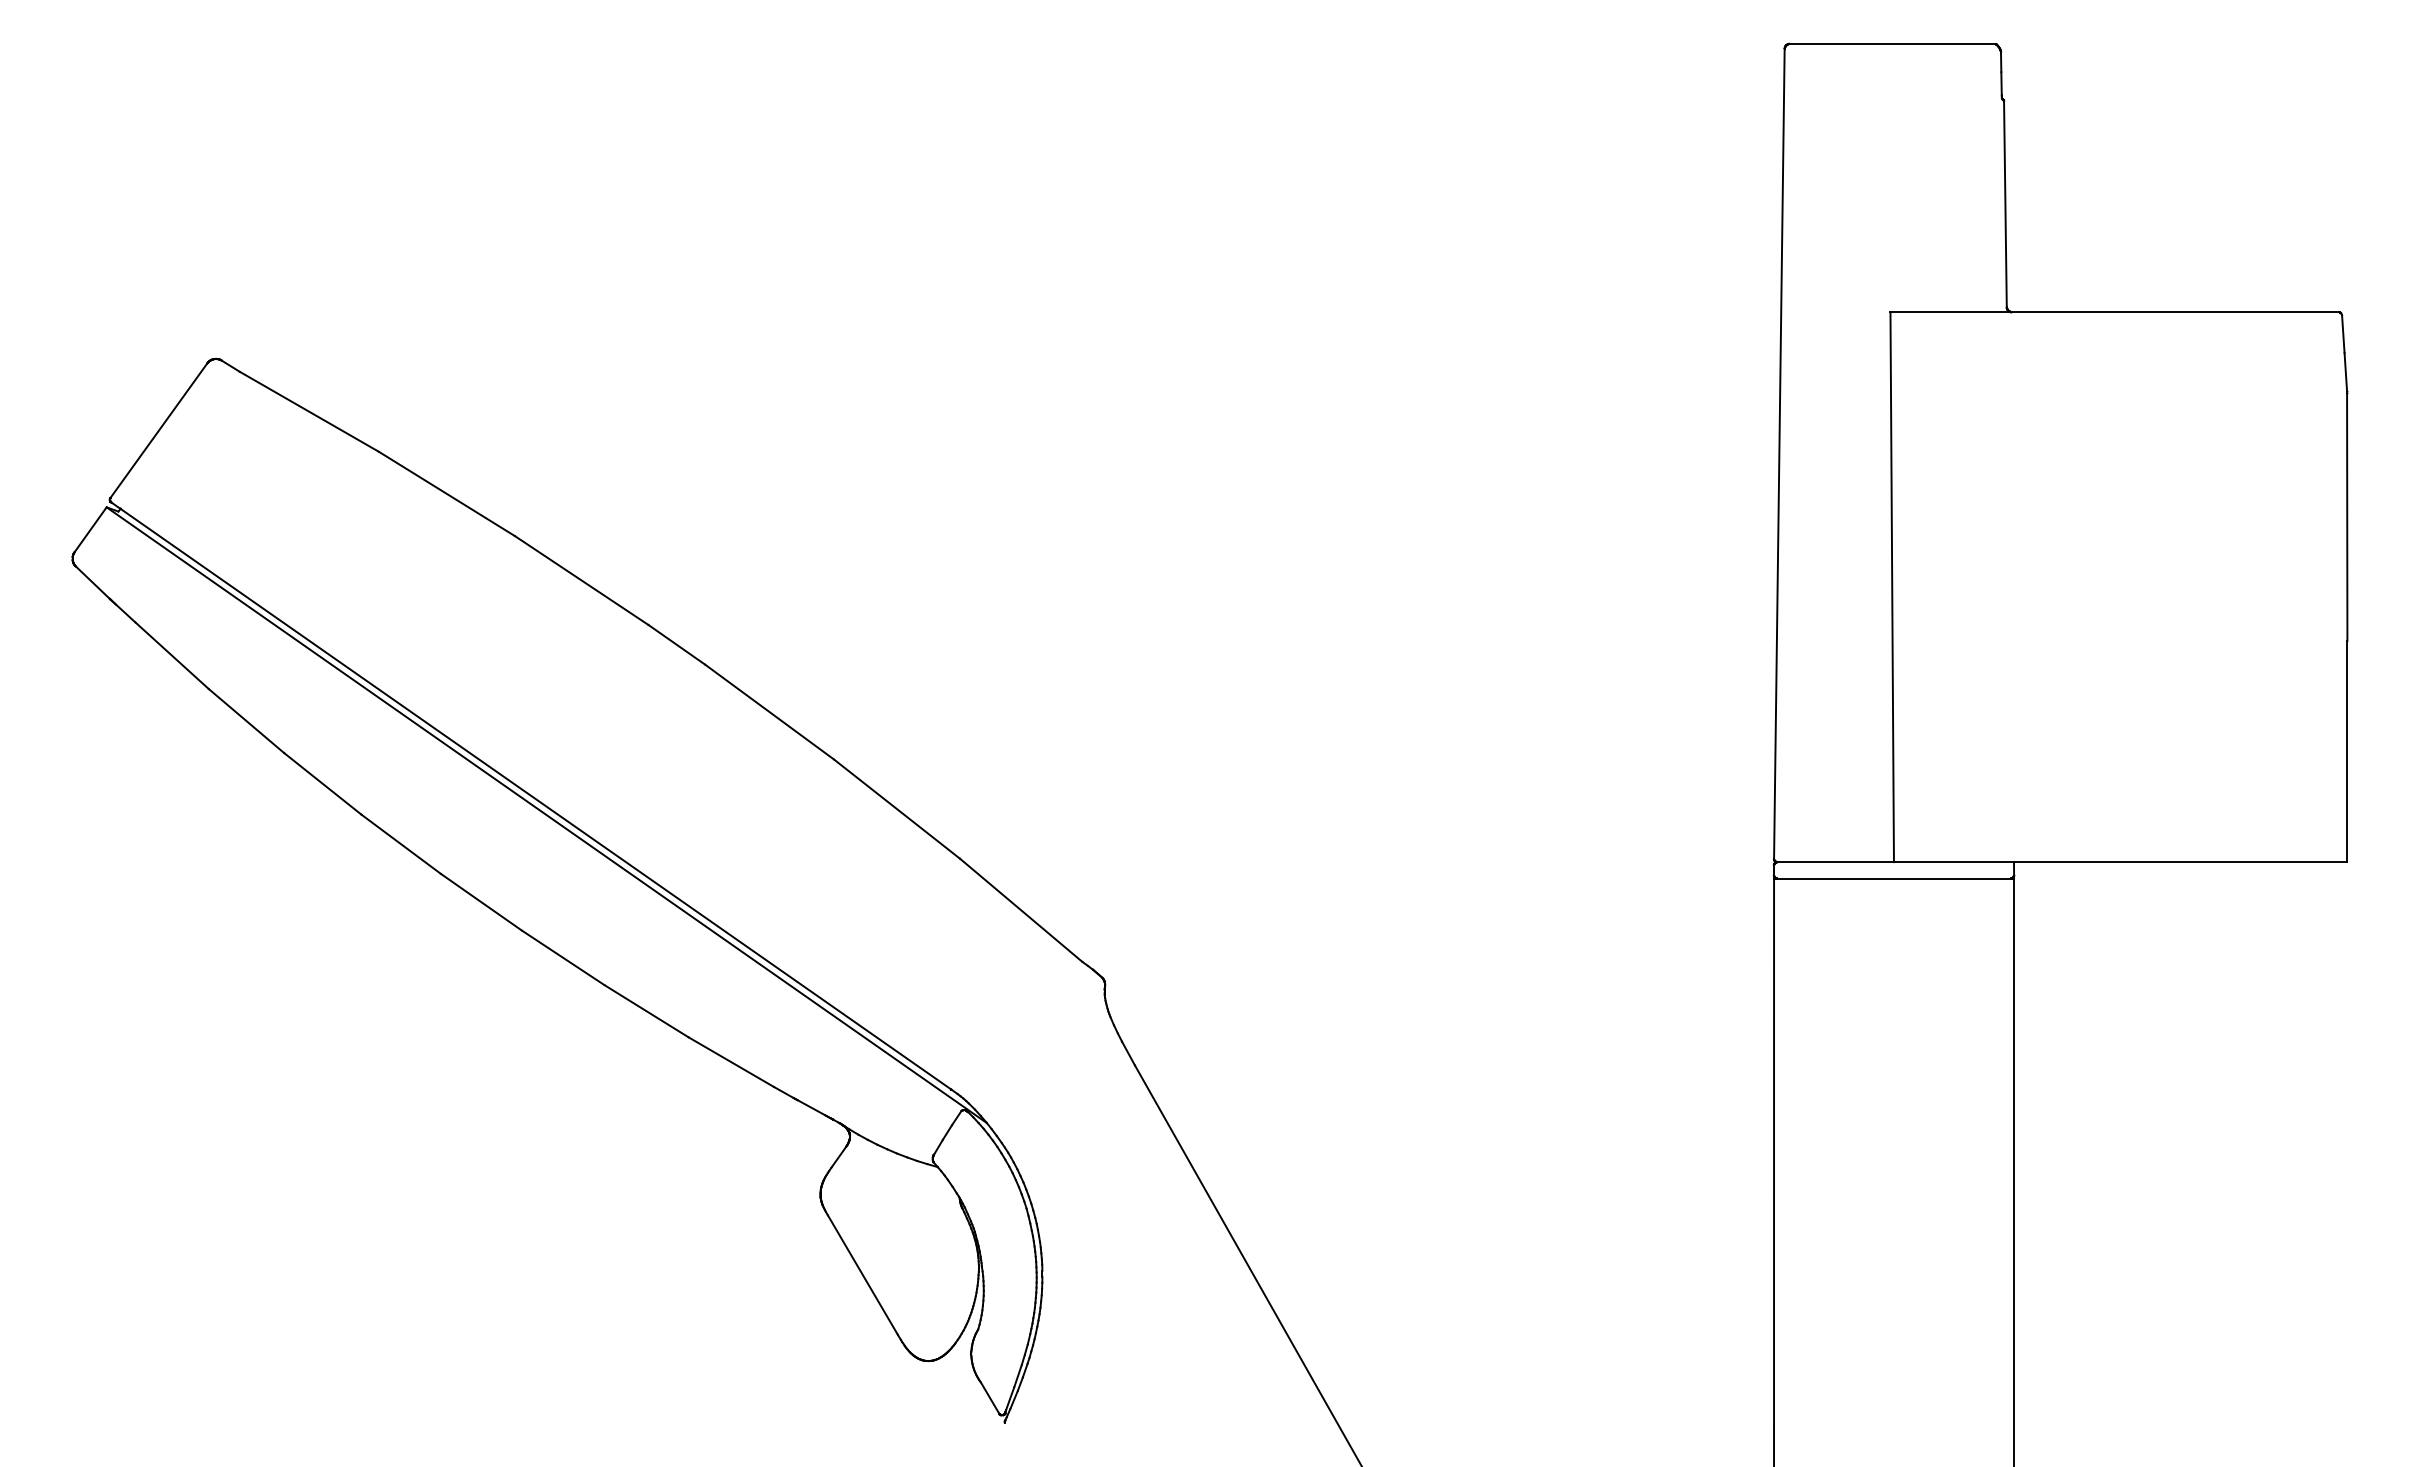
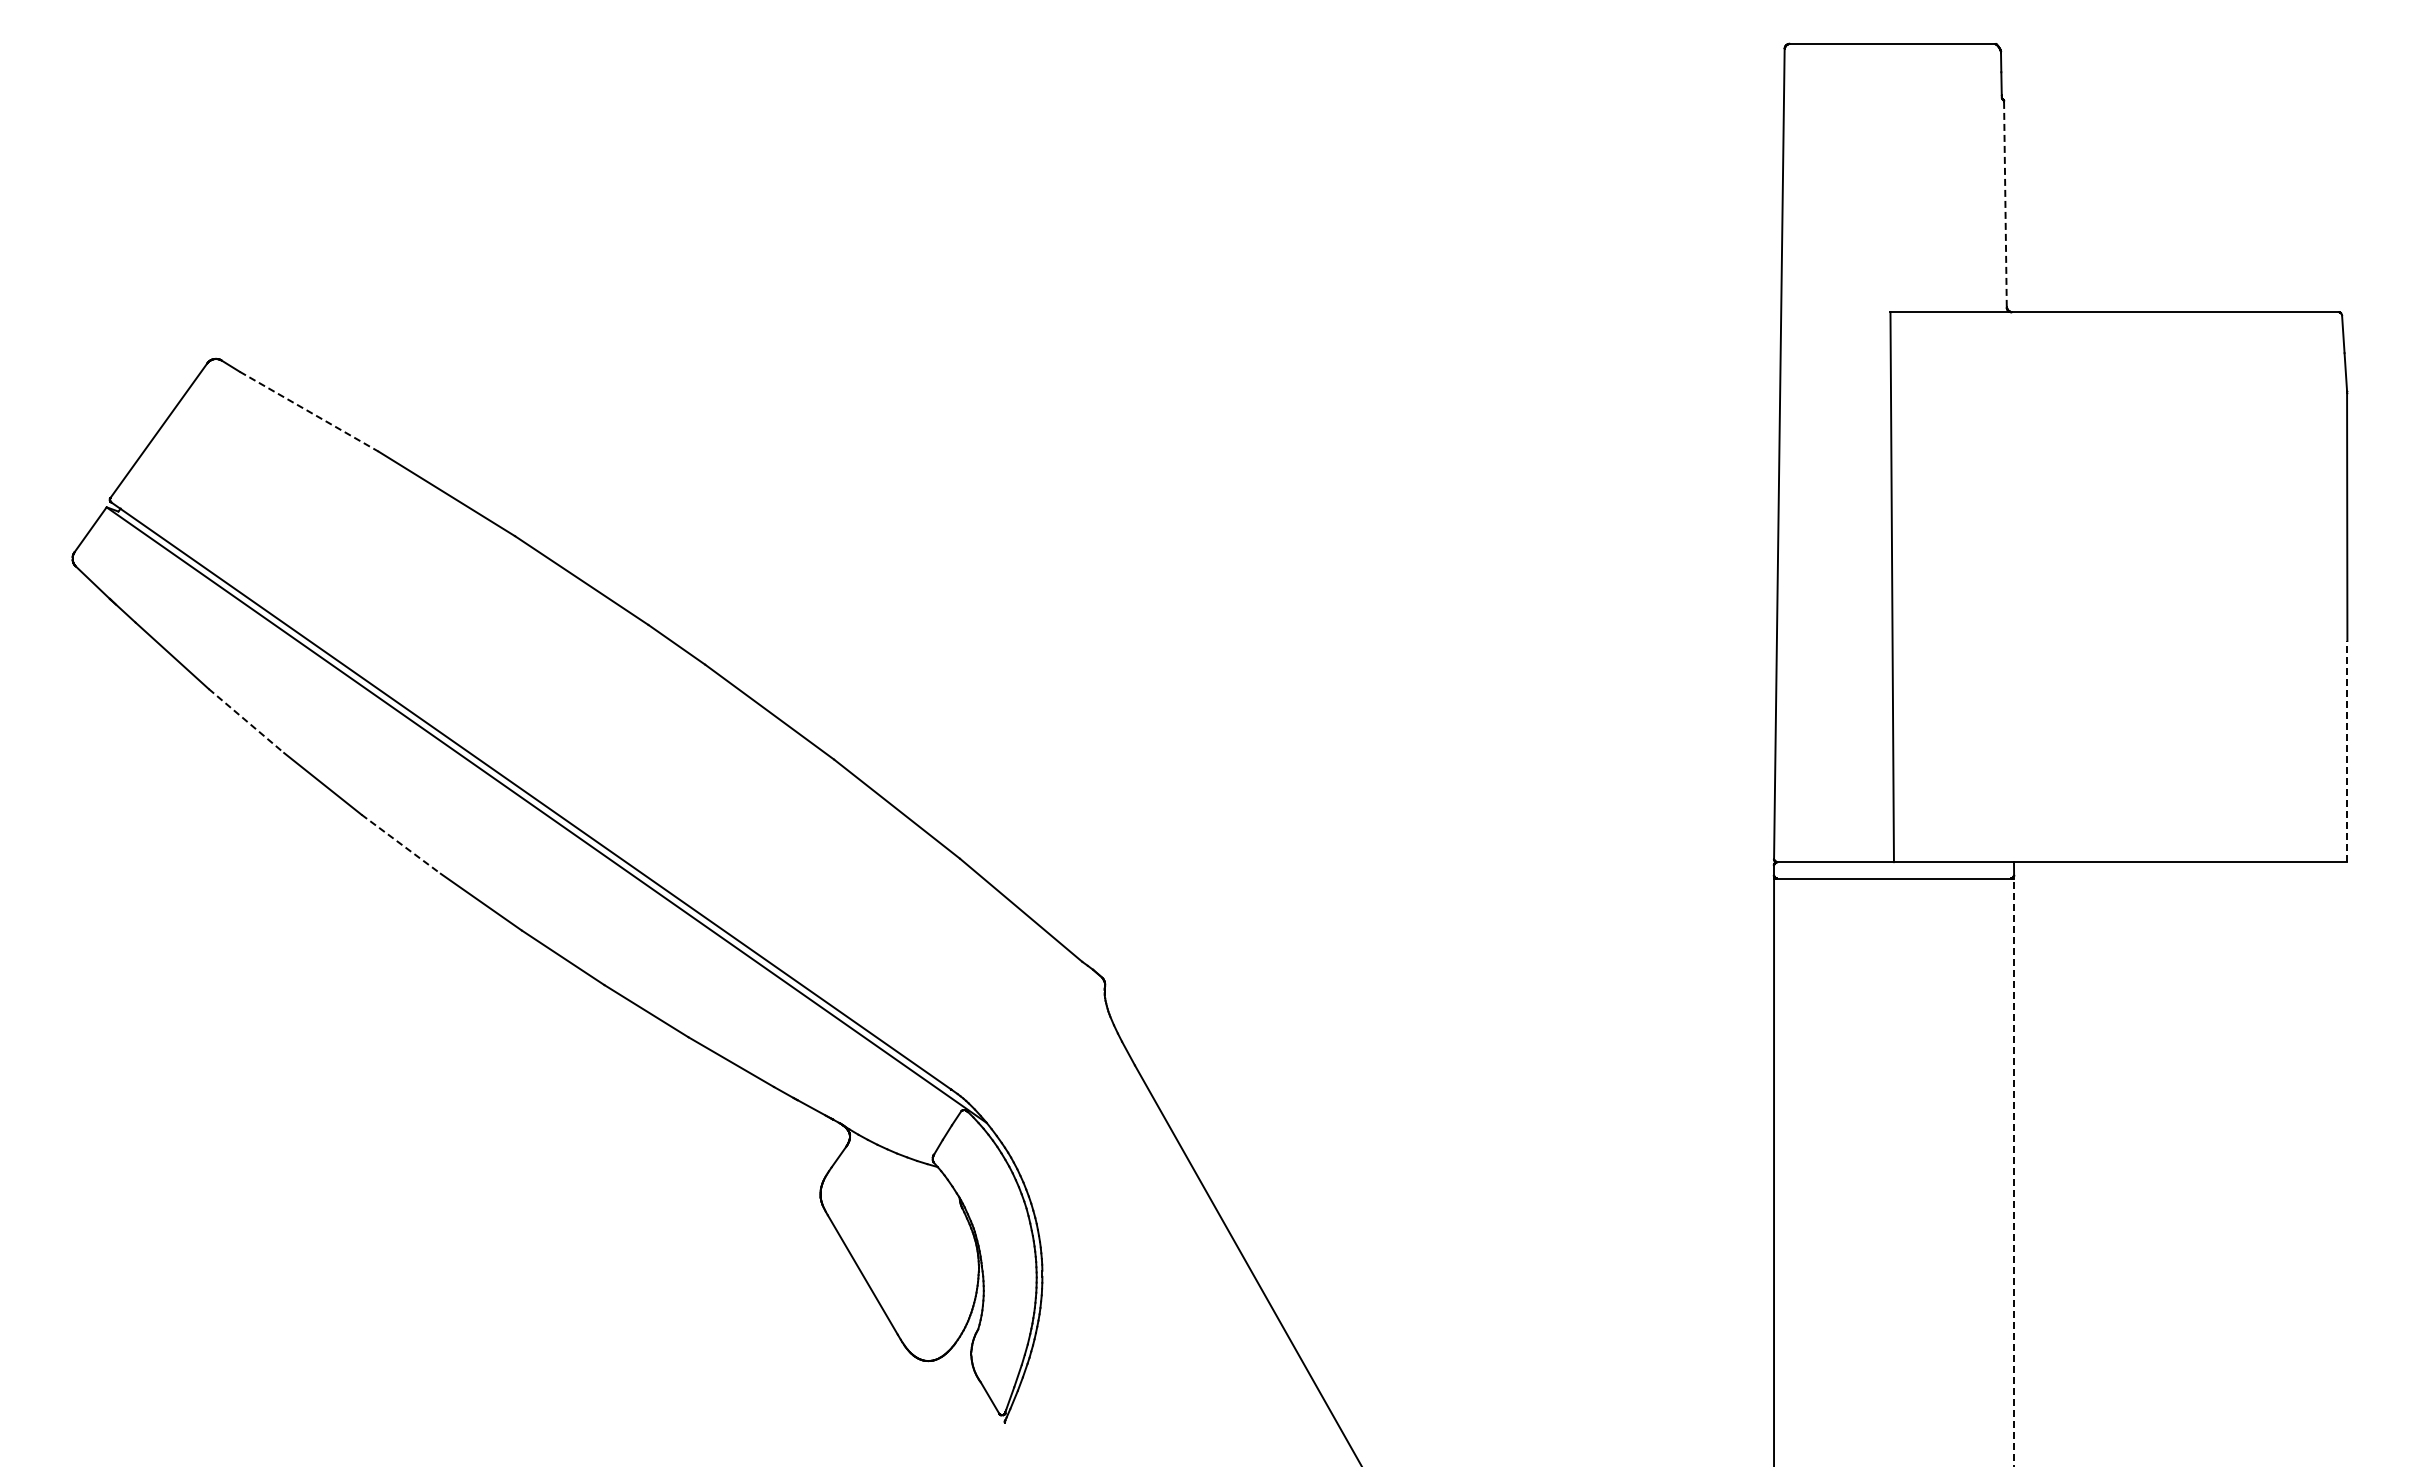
line at (2005, 204): solid -> dashed
line at (309, 412): solid -> dashed
line at (246, 721): solid -> dashed
line at (2347, 751): solid -> dashed
line at (401, 844): solid -> dashed
line at (2013, 1172): solid -> dashed
